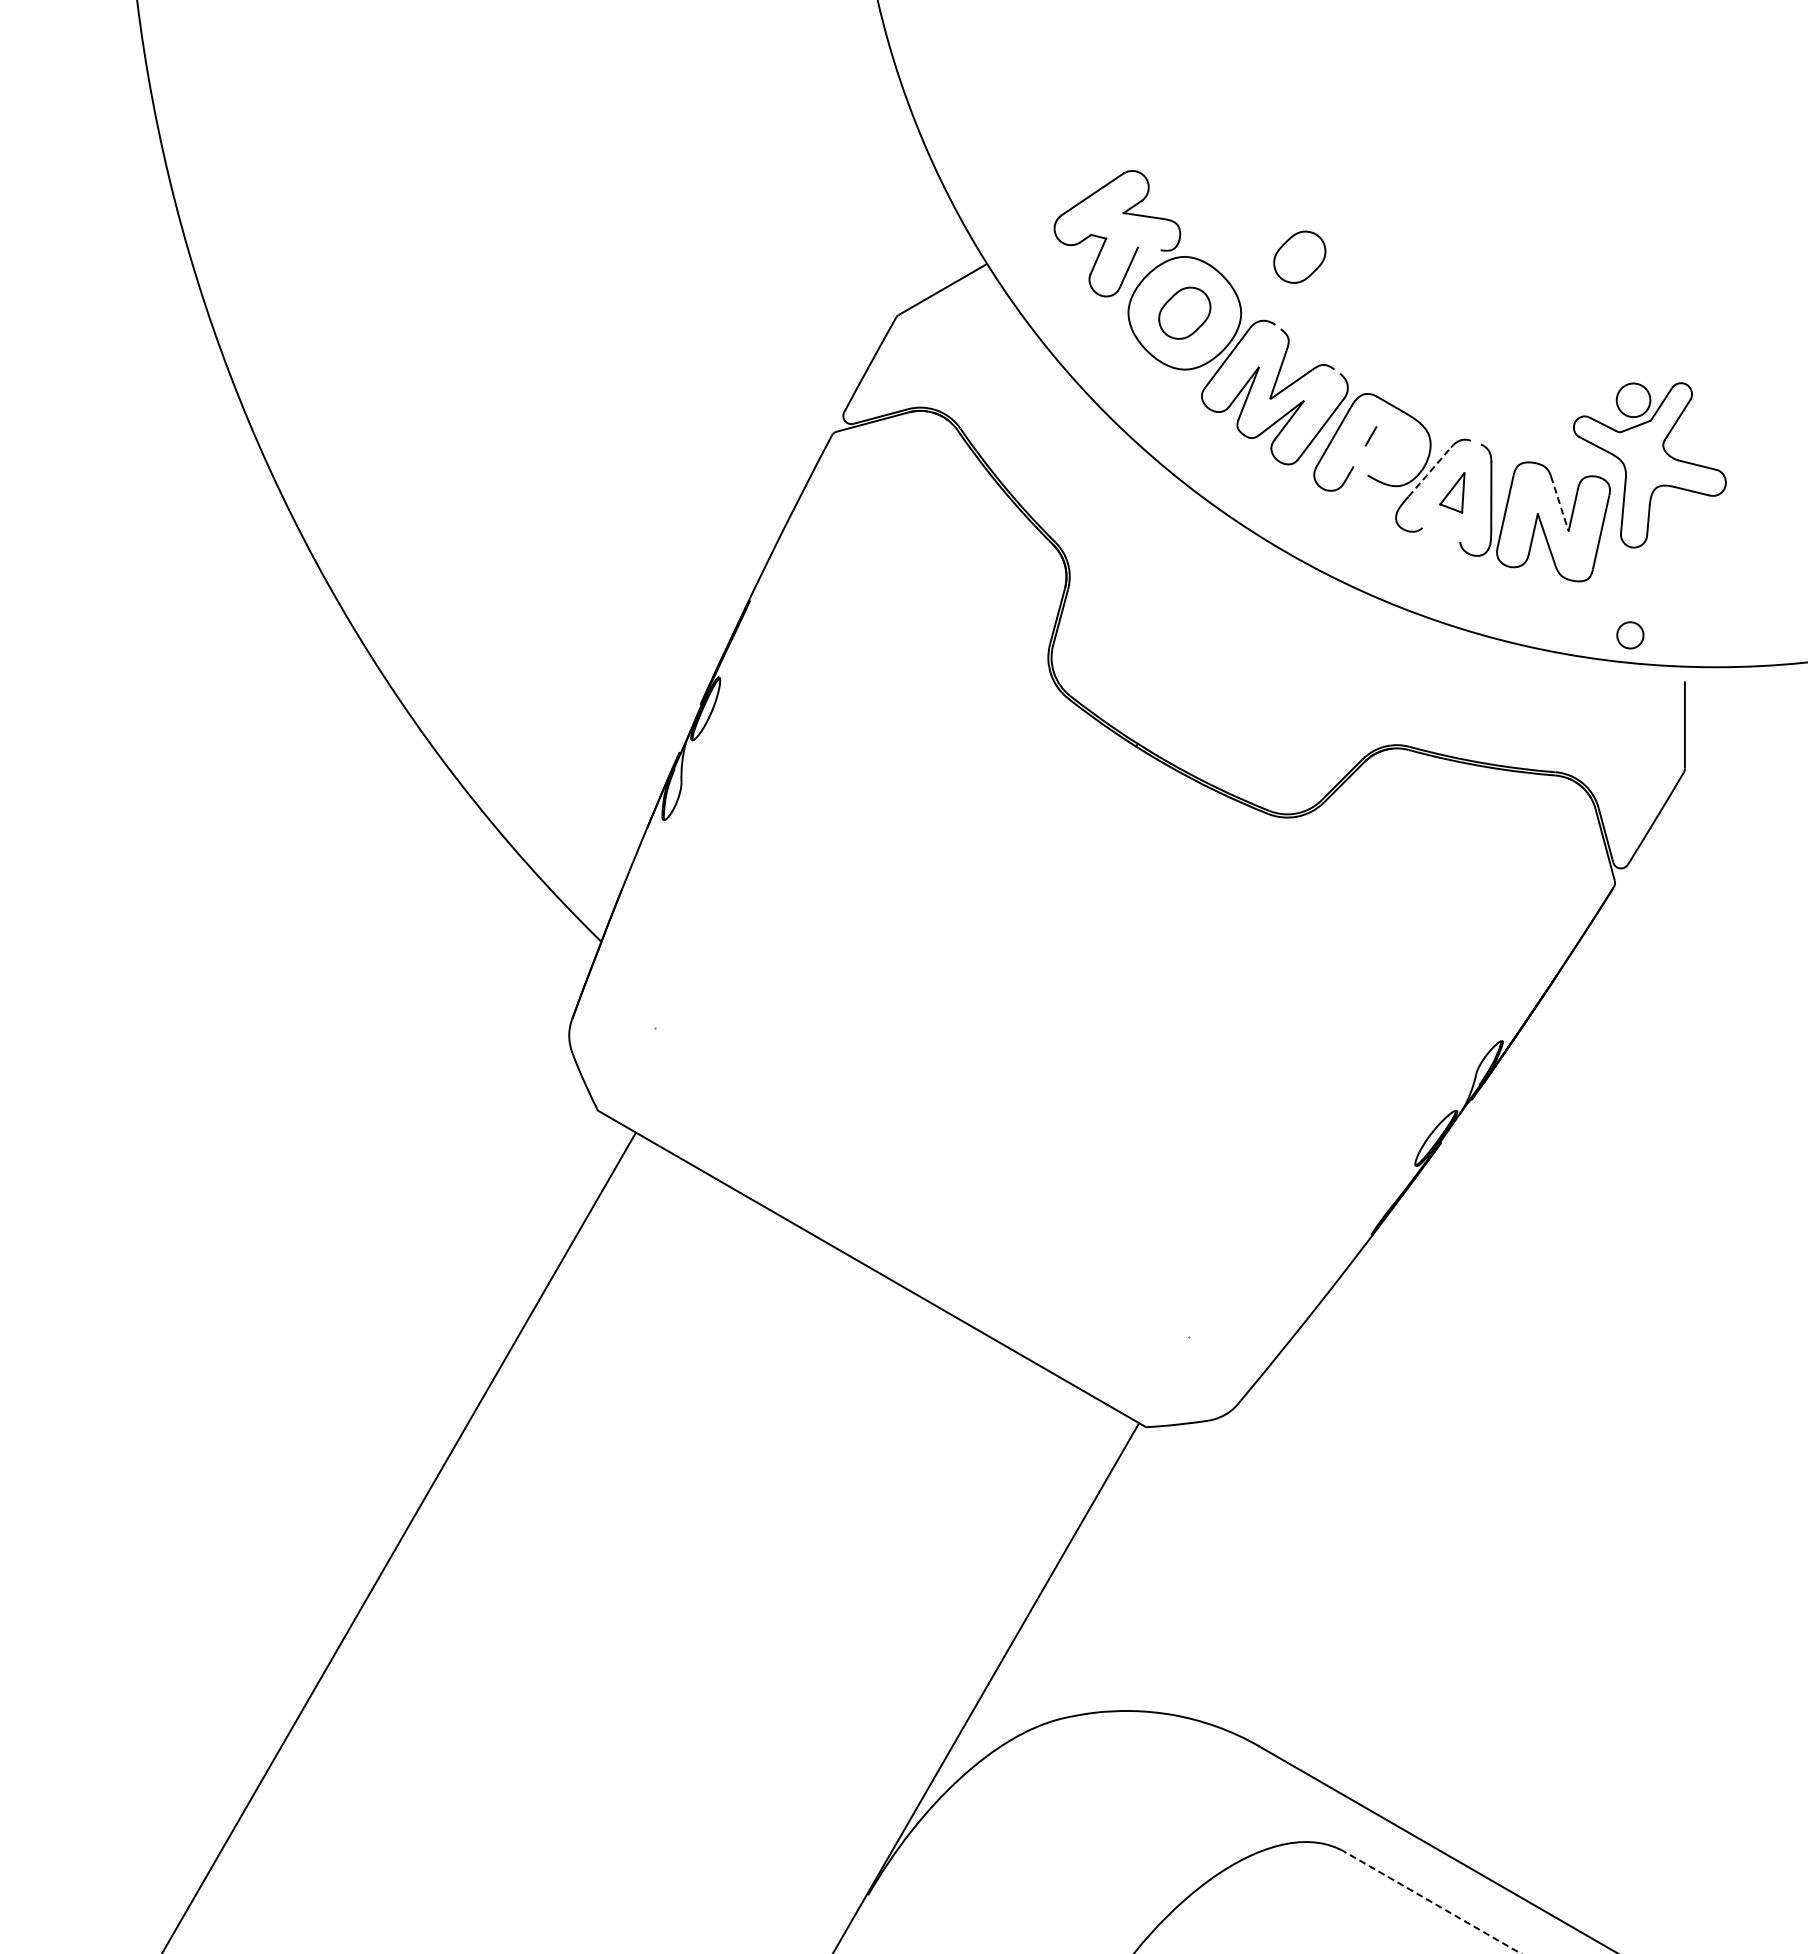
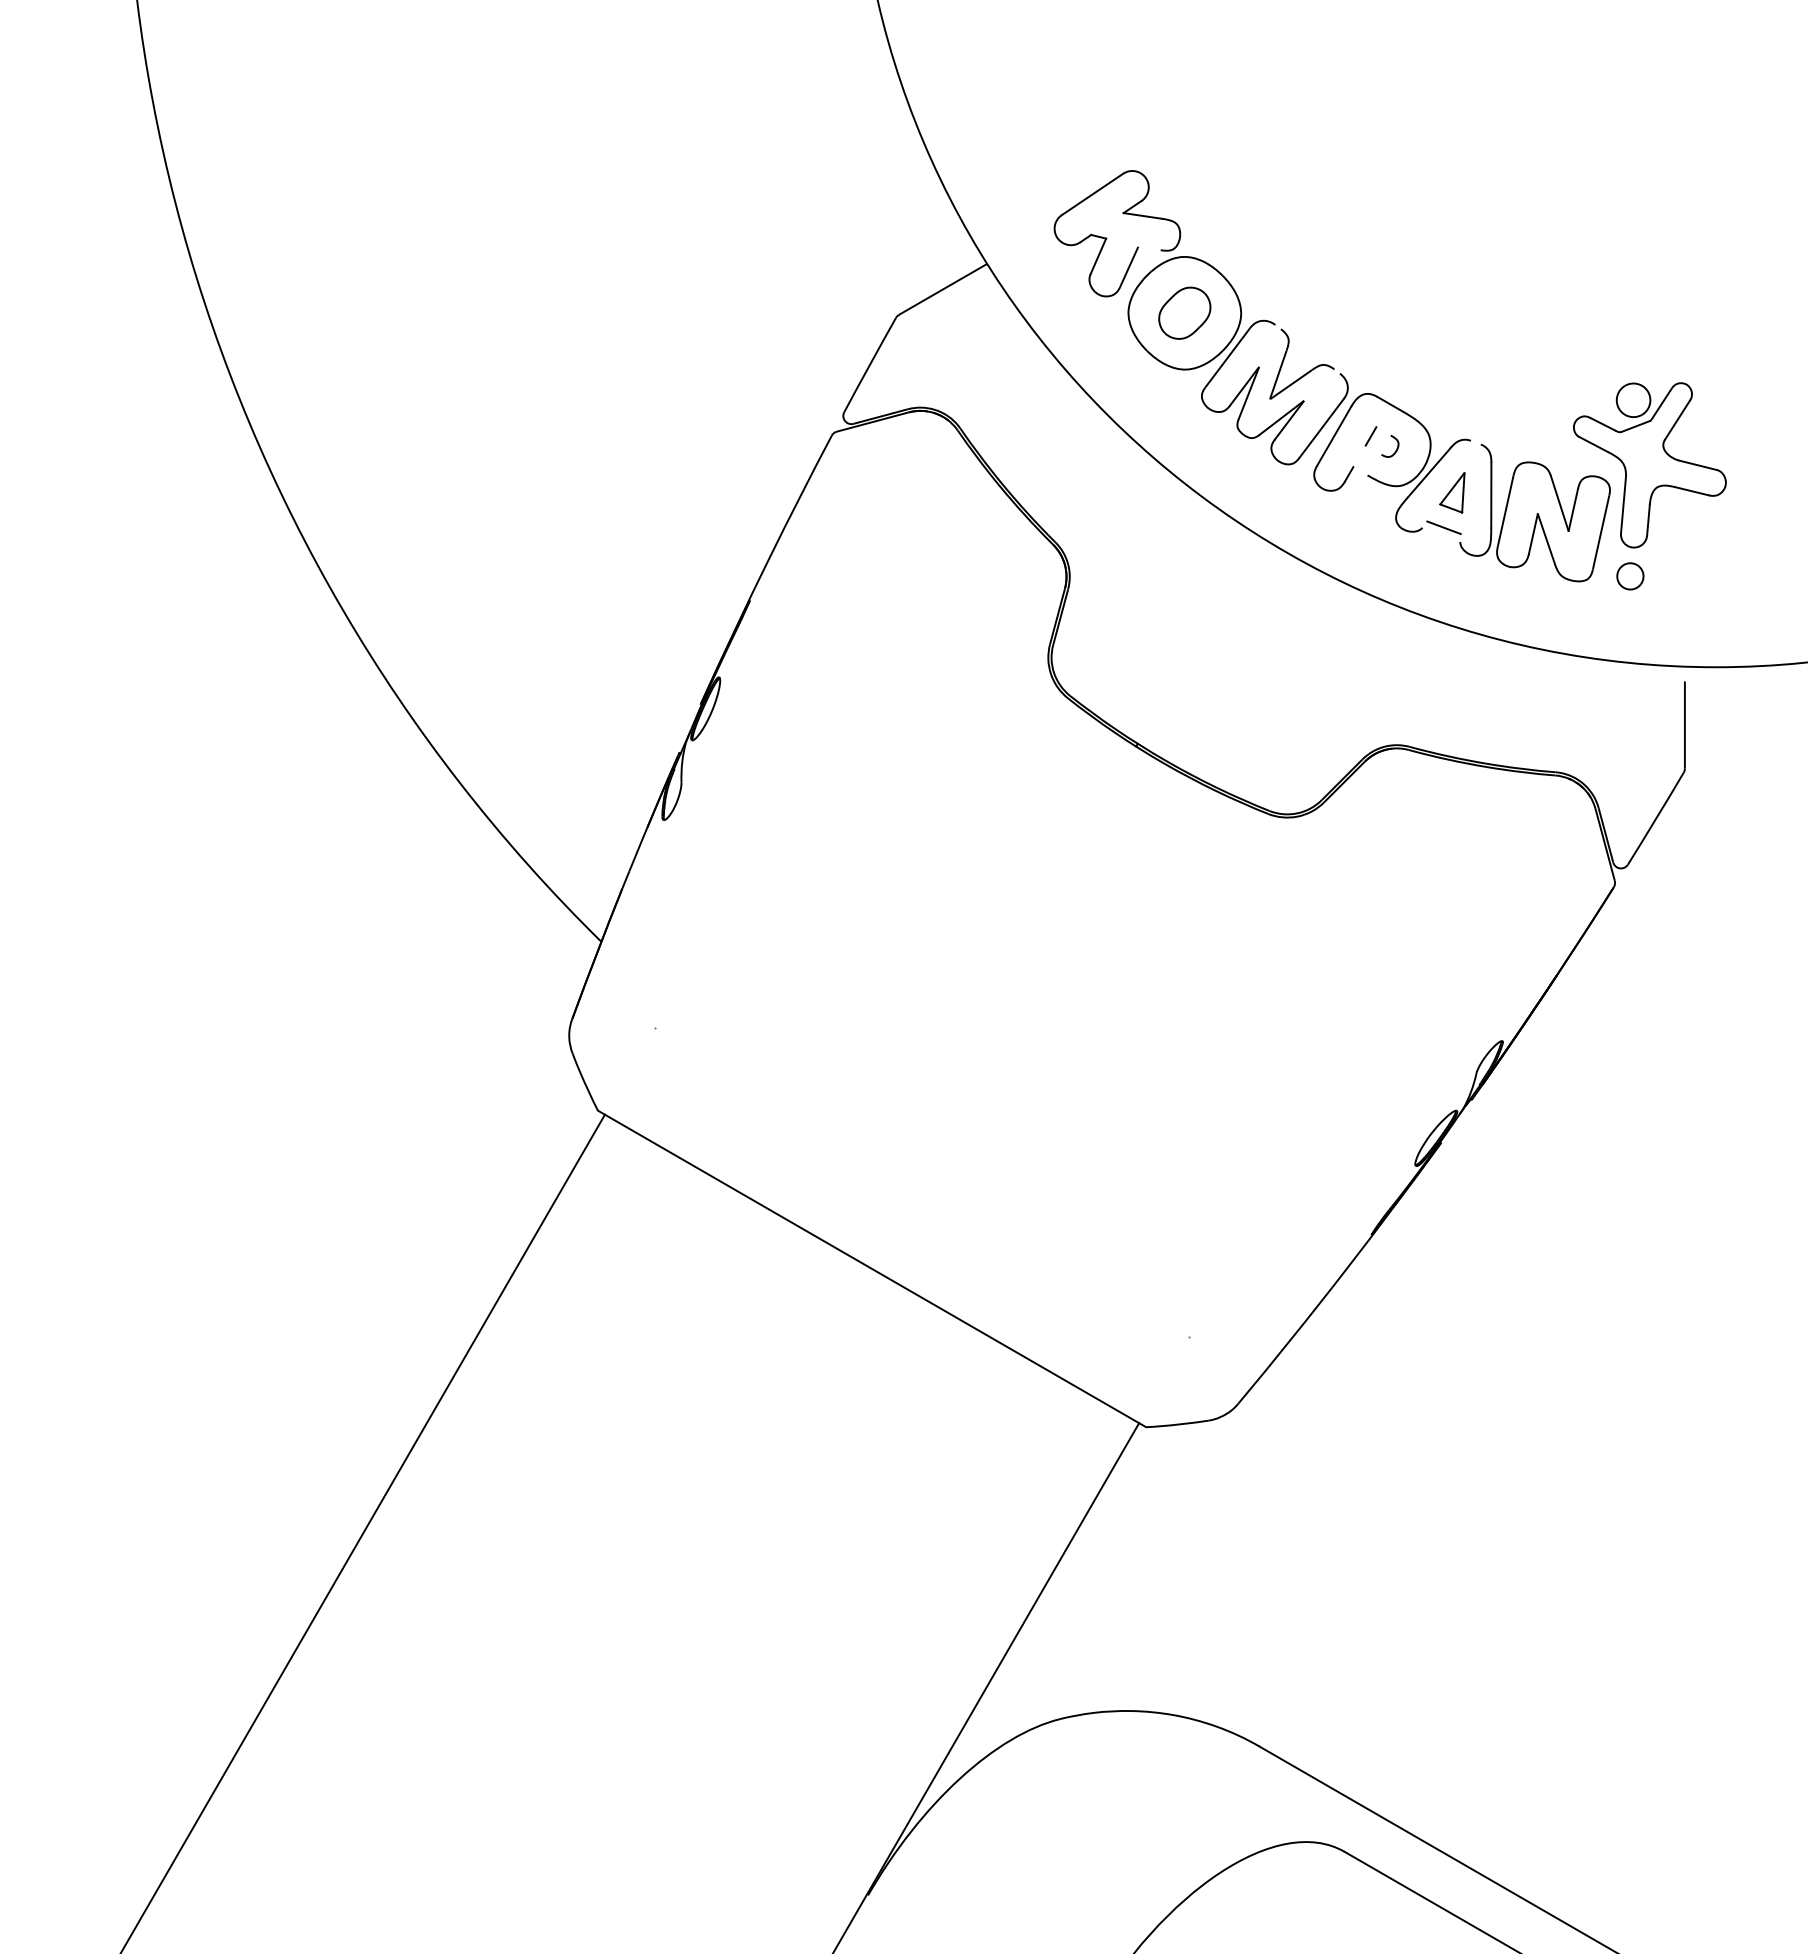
part at (1299, 256): present -> none
curve at (1396, 448): none -> present
line at (1430, 471): dashed -> solid
line at (1559, 503): dashed -> solid
line at (1443, 527): none -> present
part at (1630, 635) position: (1630, 635) -> (1630, 576)
line at (399, 1541) position: (399, 1541) -> (363, 1532)
line at (1433, 1902): dashed -> solid
